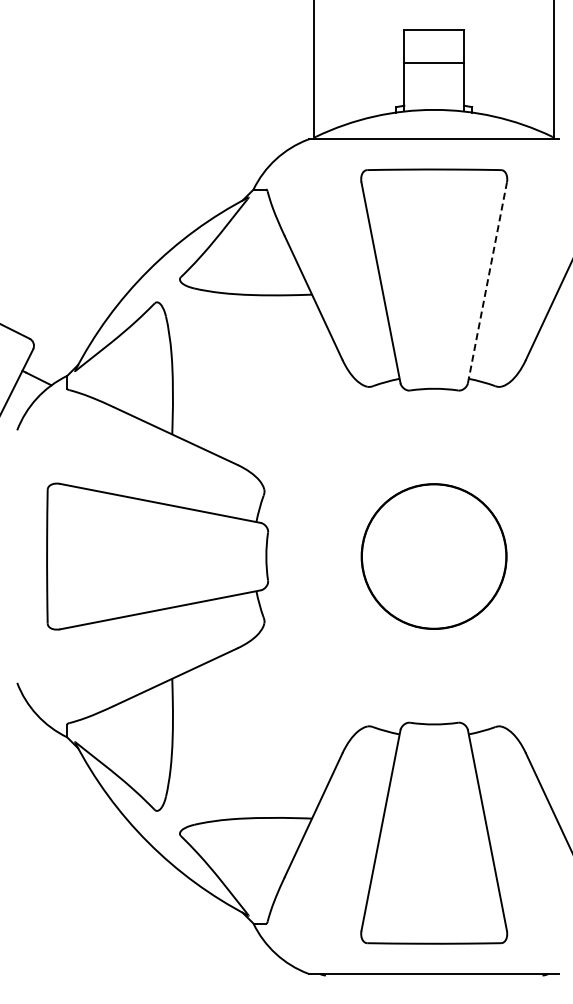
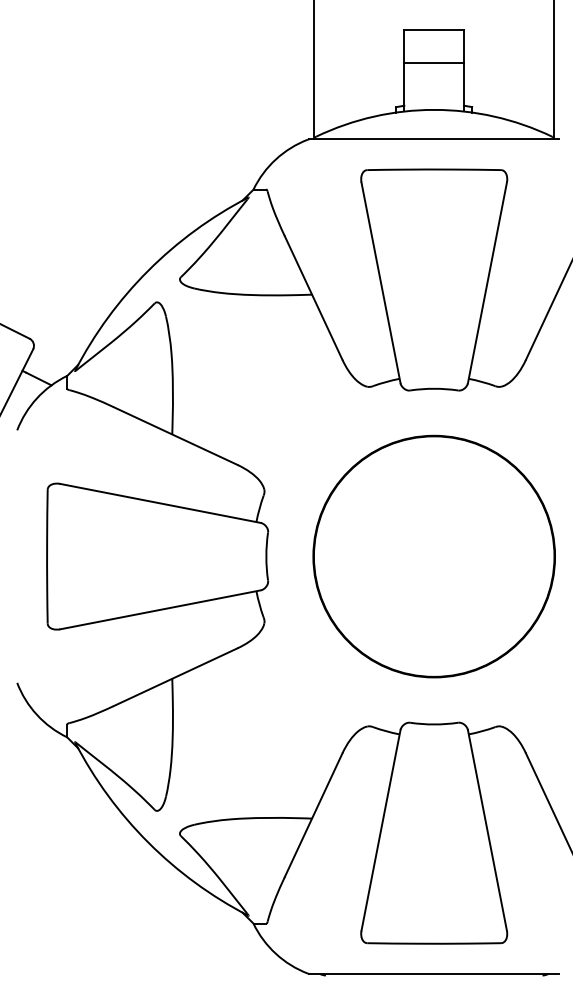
line at (487, 282): dashed -> solid
part at (433, 556) size: 148x147 px -> 244x245 px
